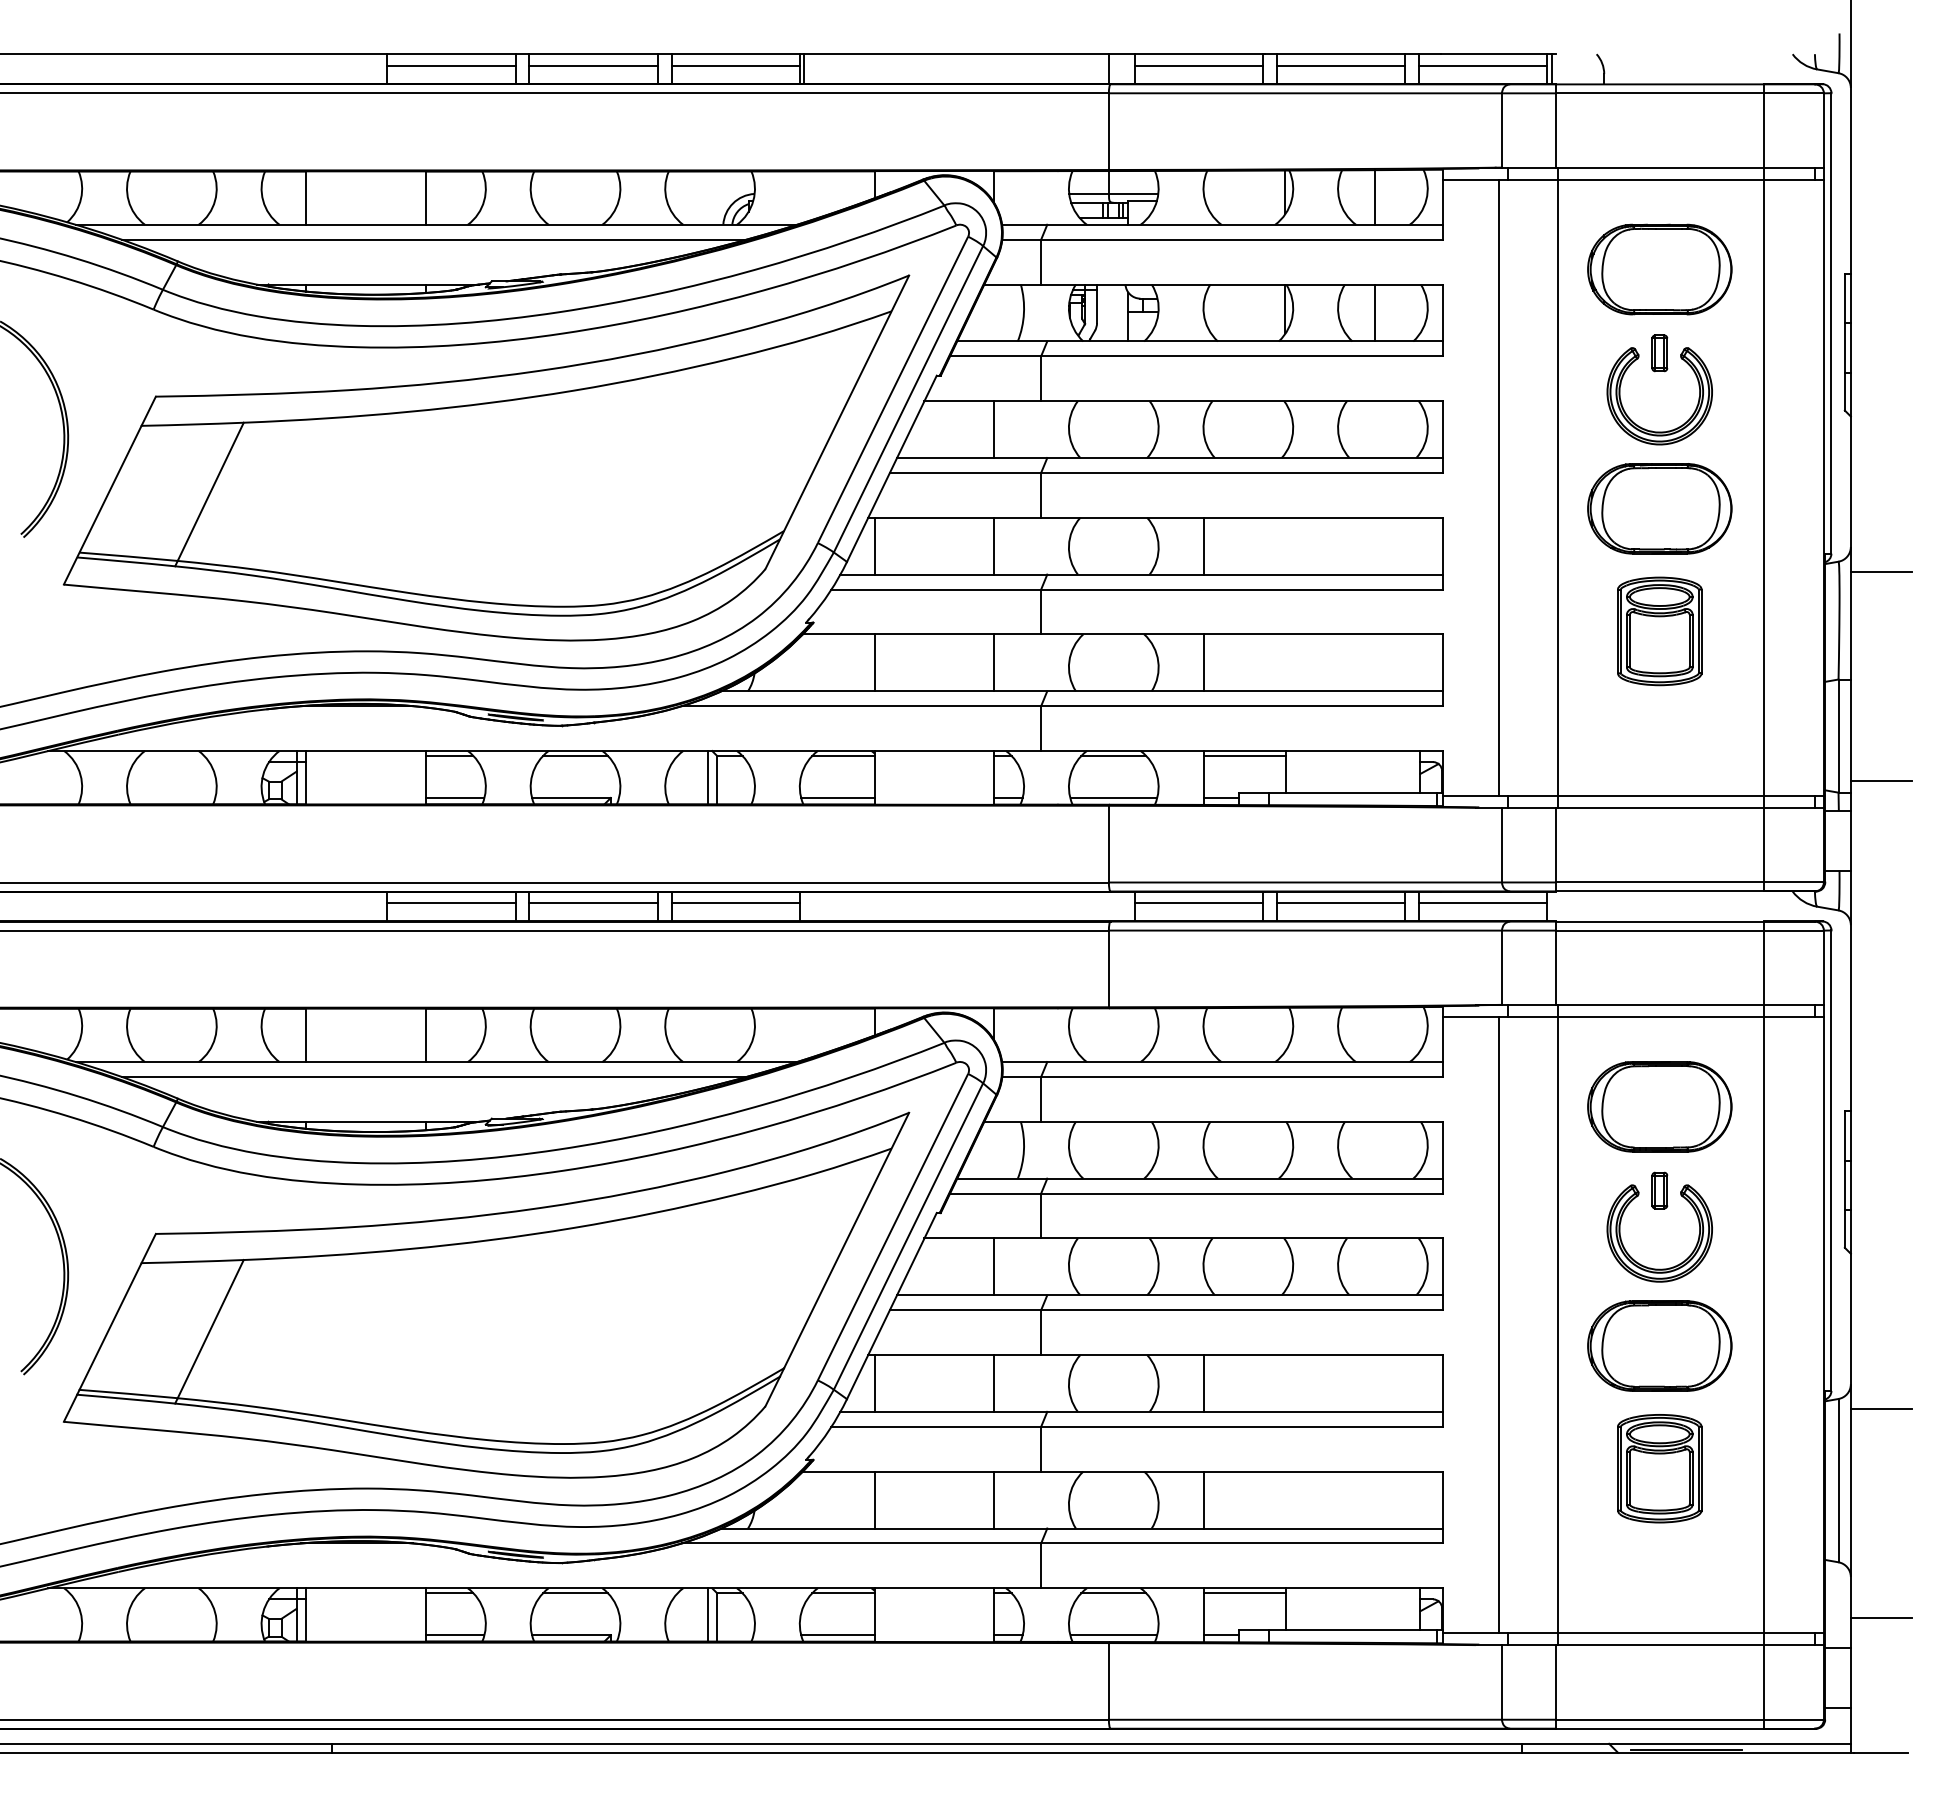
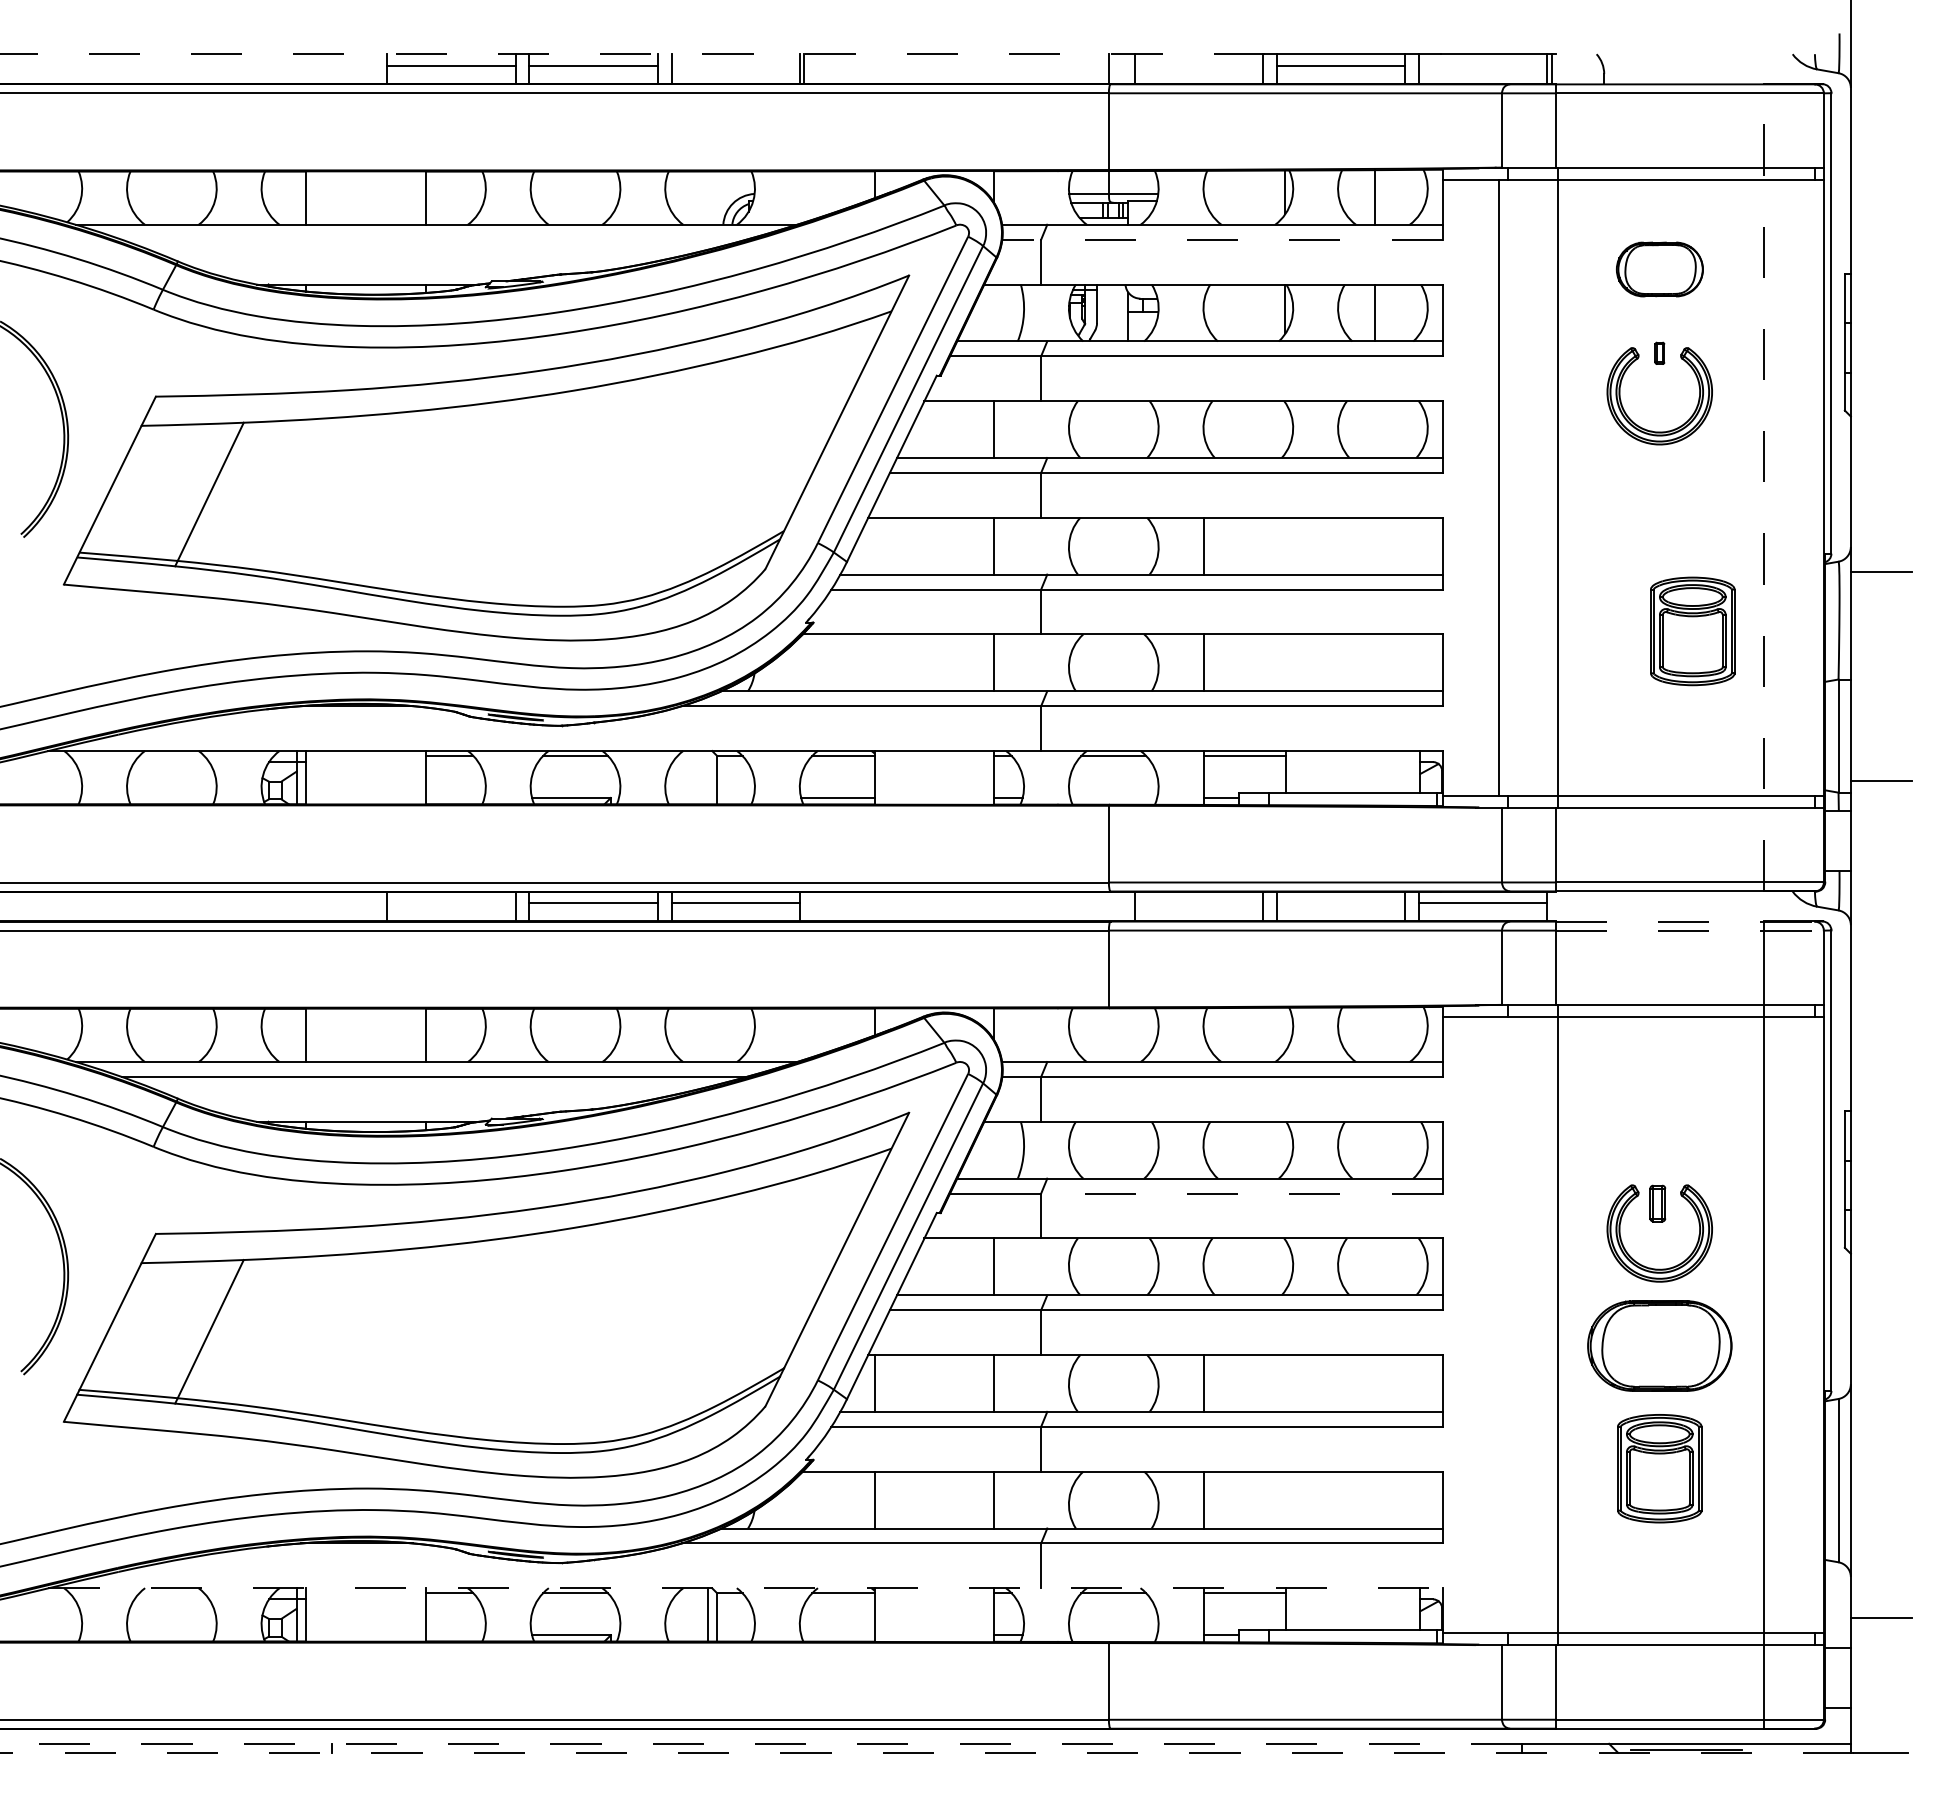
line at (632, 54): solid -> dashed
line at (735, 66): present -> none
line at (1199, 66): present -> none
line at (1483, 66): present -> none
line at (433, 239): present -> none
line at (1221, 239): solid -> dashed
part at (1659, 269) size: 146x93 px -> 88x57 px
part at (1659, 353) size: 18x39 px -> 12x24 px
line at (1764, 487): solid -> dashed
part at (1659, 508): present -> none
line at (874, 545): present -> none
part at (1659, 631) position: (1659, 631) -> (1692, 631)
line at (874, 662): present -> none
line at (708, 777): present -> none
line at (455, 797): present -> none
line at (1113, 797): present -> none
line at (451, 903): present -> none
line at (1199, 903): present -> none
line at (1341, 903): present -> none
line at (1685, 921): solid -> dashed
line at (1689, 930): solid -> dashed
part at (1659, 1106): present -> none
part at (1659, 1190) position: (1659, 1190) -> (1657, 1203)
line at (1241, 1193): solid -> dashed
line at (1498, 1325): present -> none
line at (1880, 1408): present -> none
line at (746, 1588): solid -> dashed
line at (455, 1635): present -> none
line at (837, 1635): present -> none
line at (1113, 1635): present -> none
line at (761, 1743): solid -> dashed
line at (927, 1752): solid -> dashed
